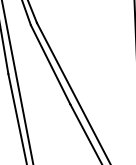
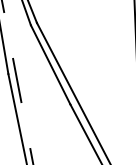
line at (17, 82): solid -> dashed
